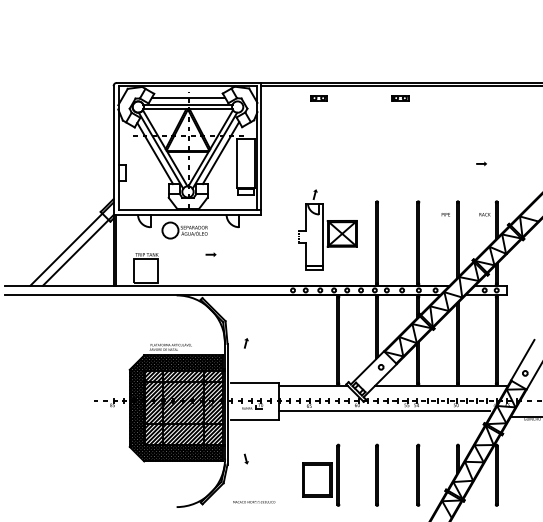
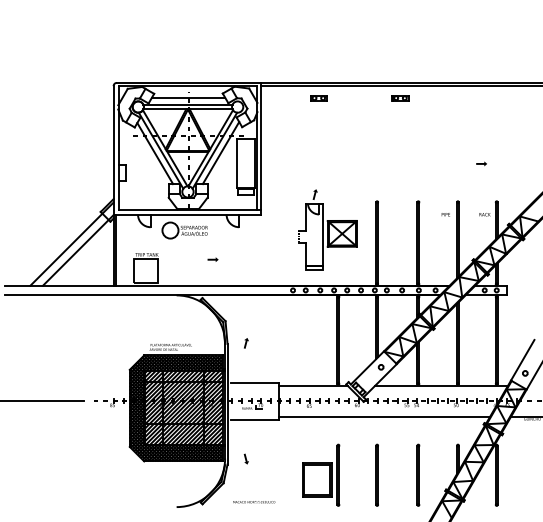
part at (210, 254) position: (210, 254) -> (212, 259)
line at (42, 401): none -> present
line at (384, 410) position: (384, 410) -> (384, 416)
